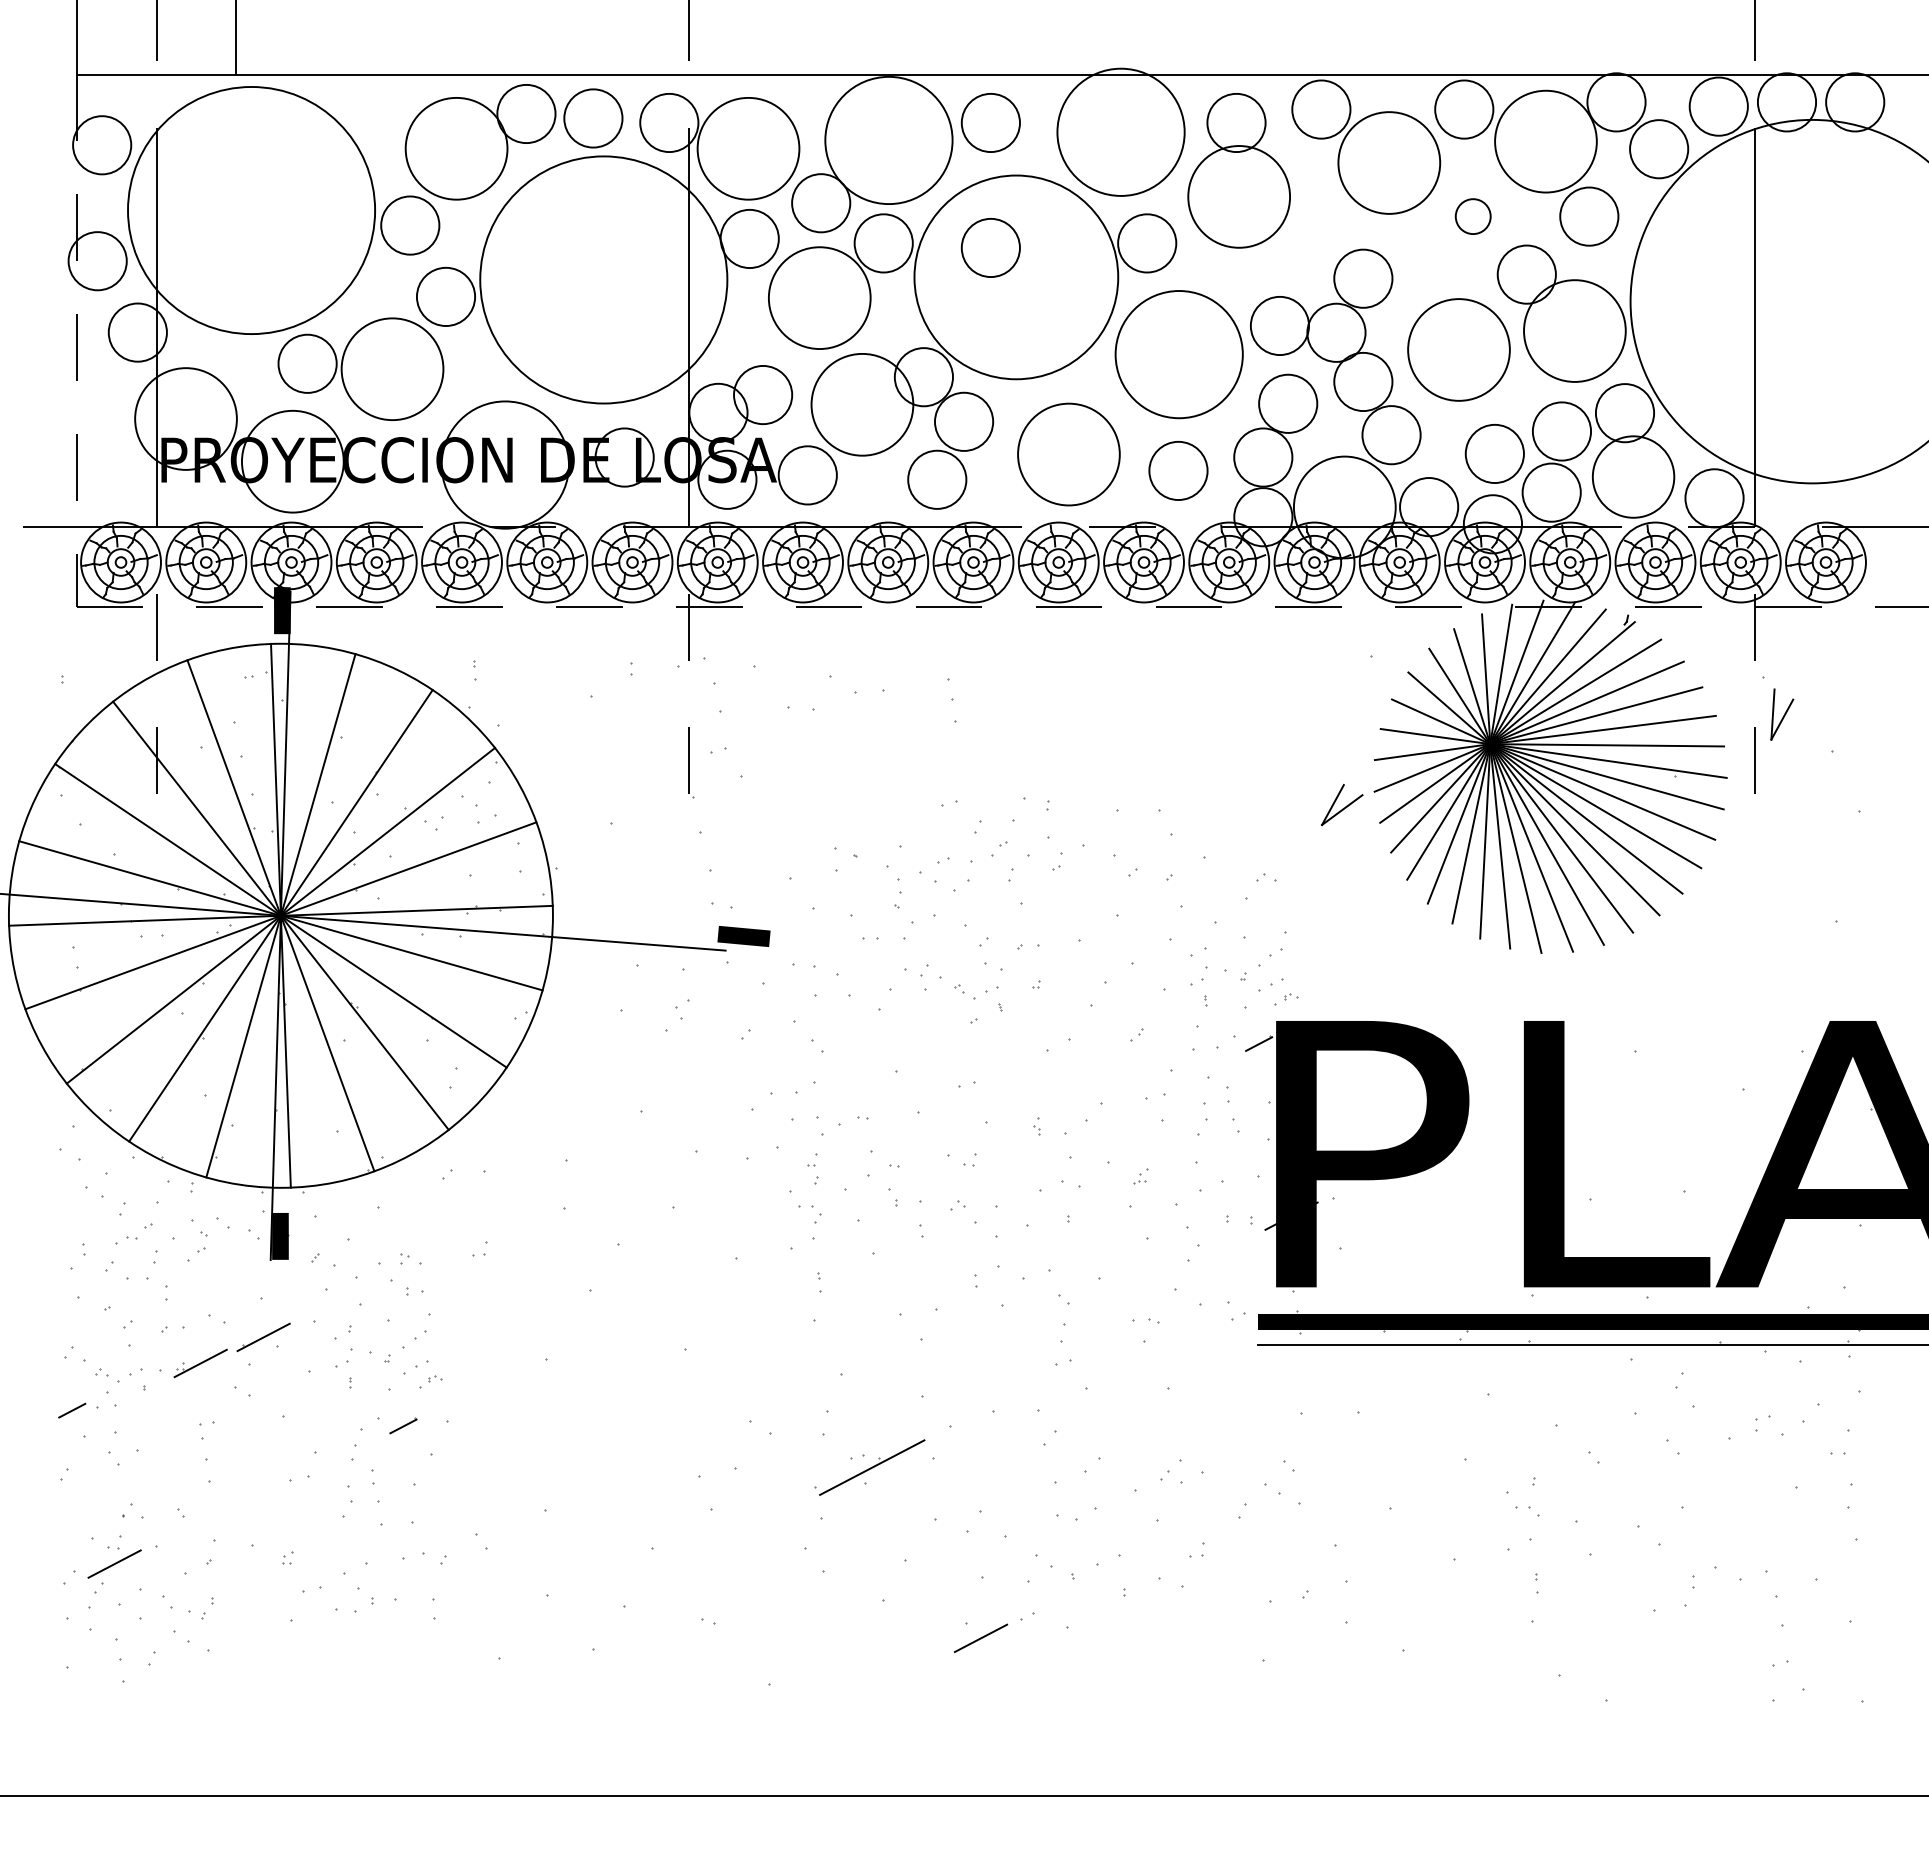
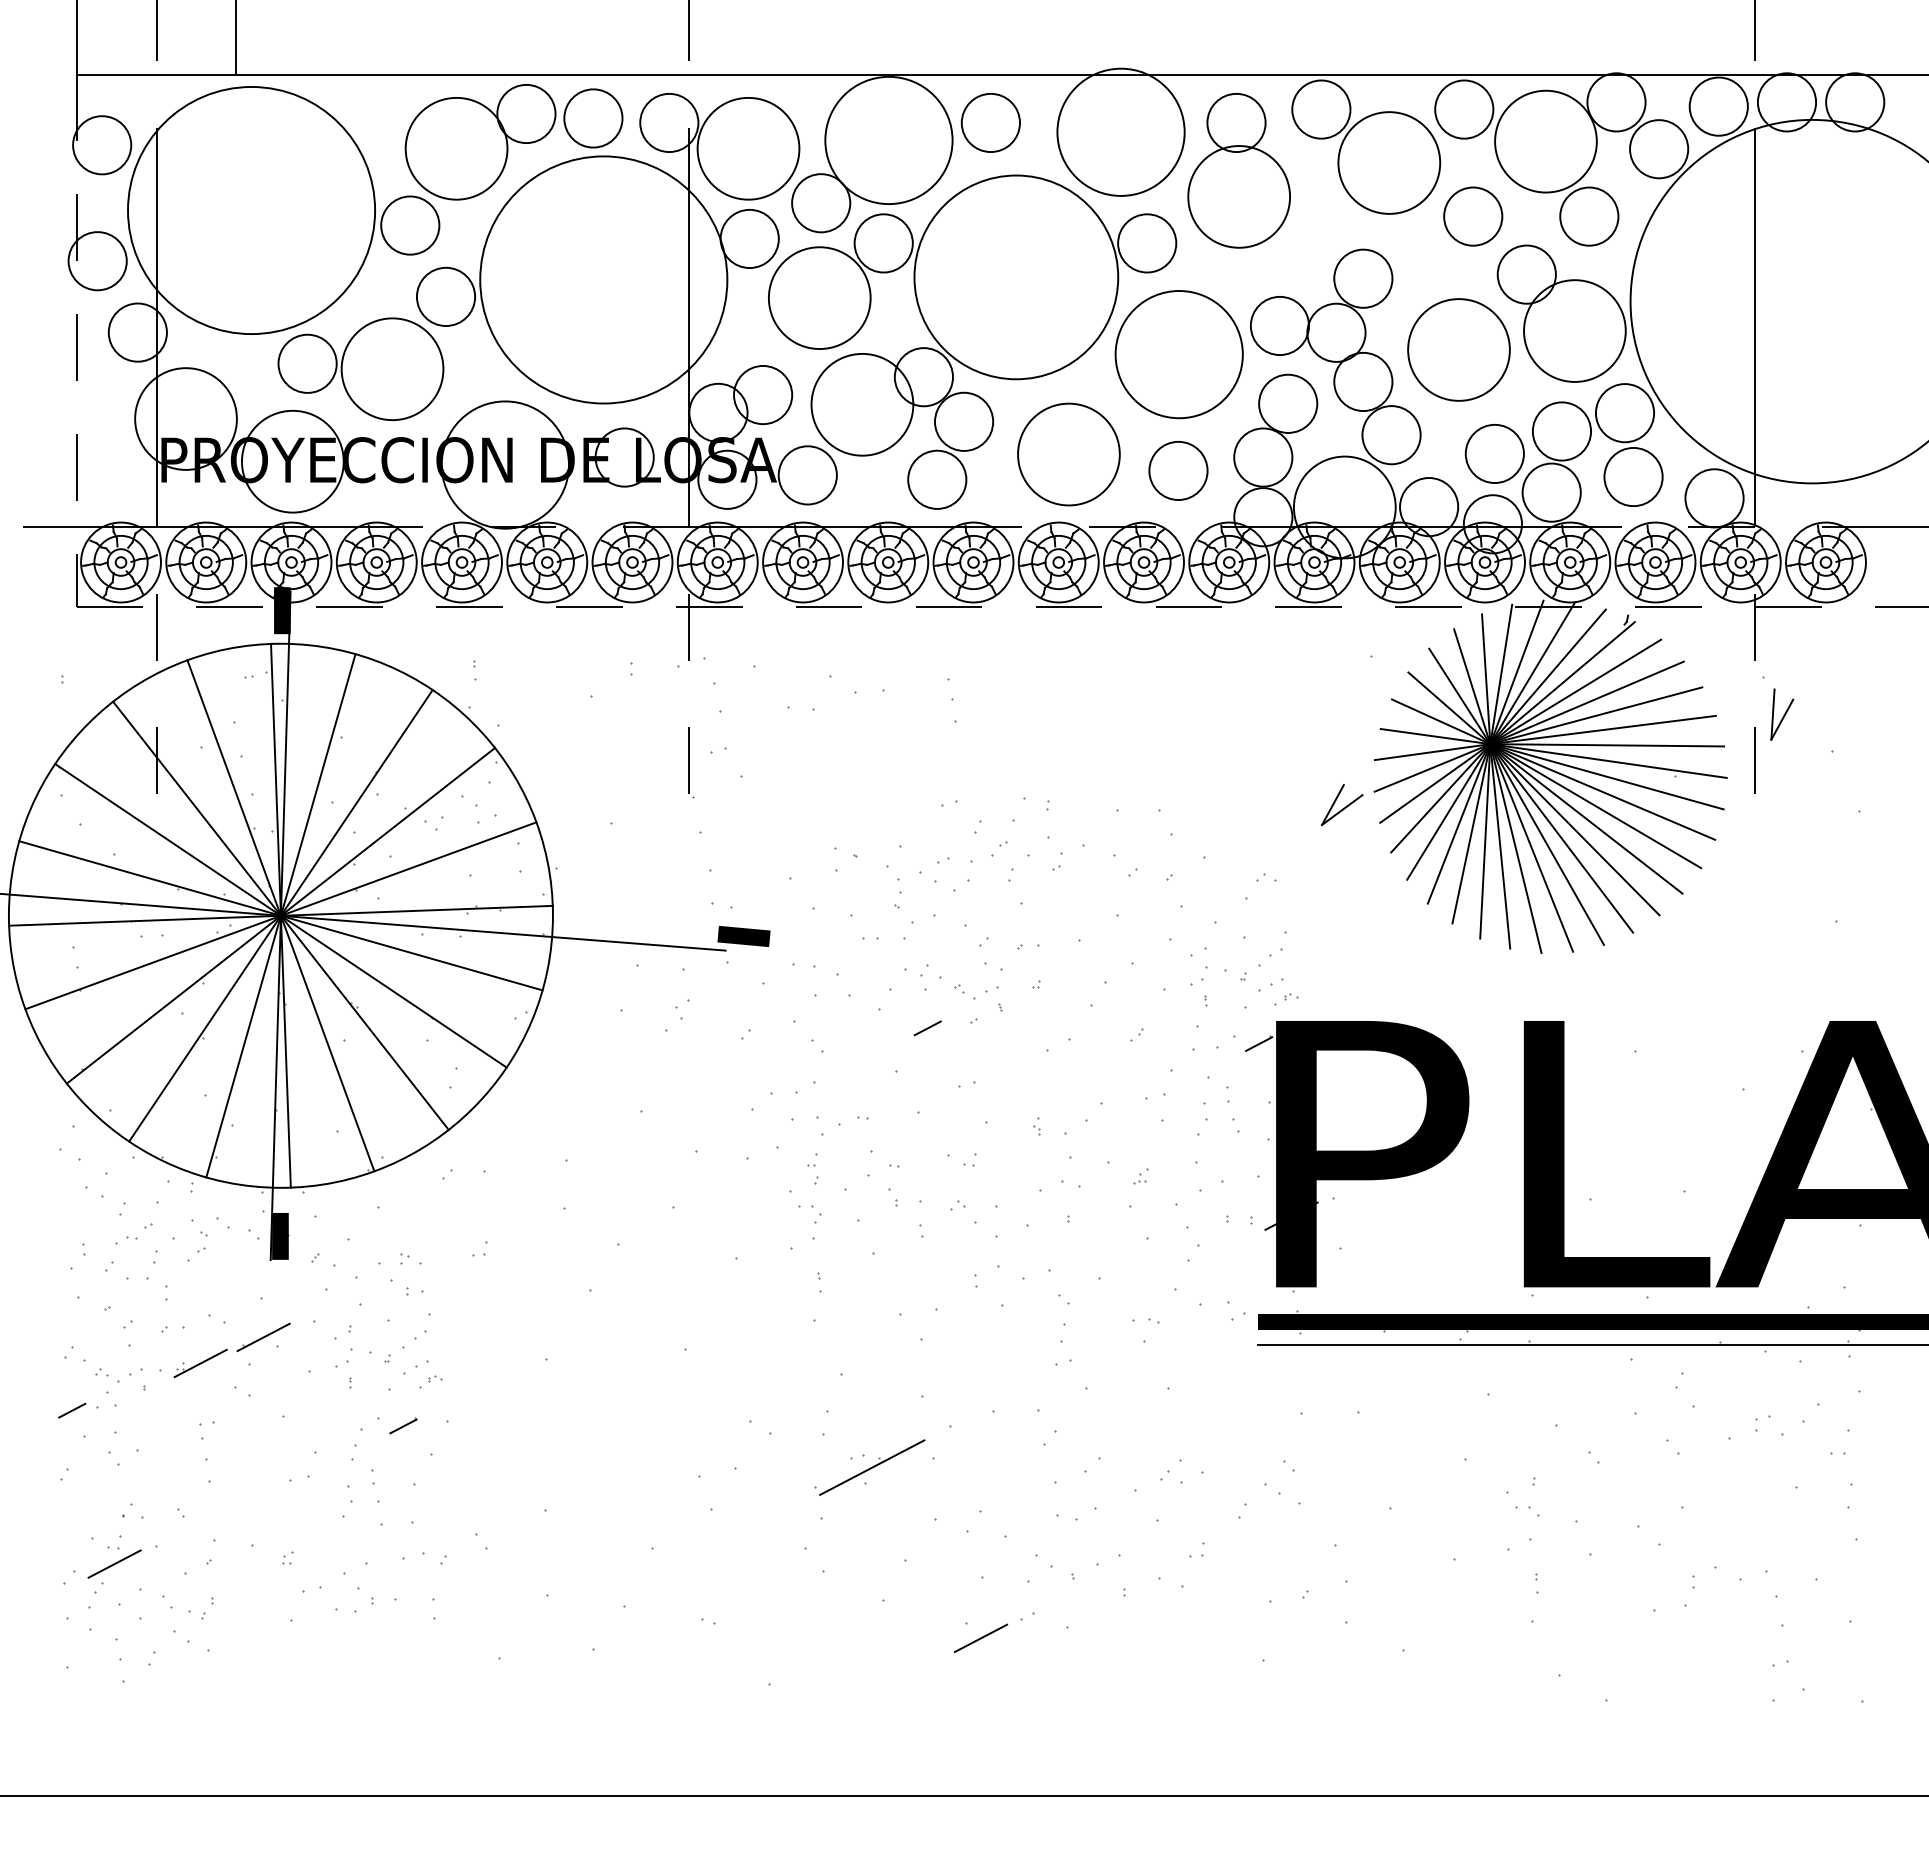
circle at (1472, 216) diameter: 35 px -> 58 px
circle at (990, 247): present -> none
circle at (1633, 476) diameter: 81 px -> 58 px
line at (927, 1028): none -> present
